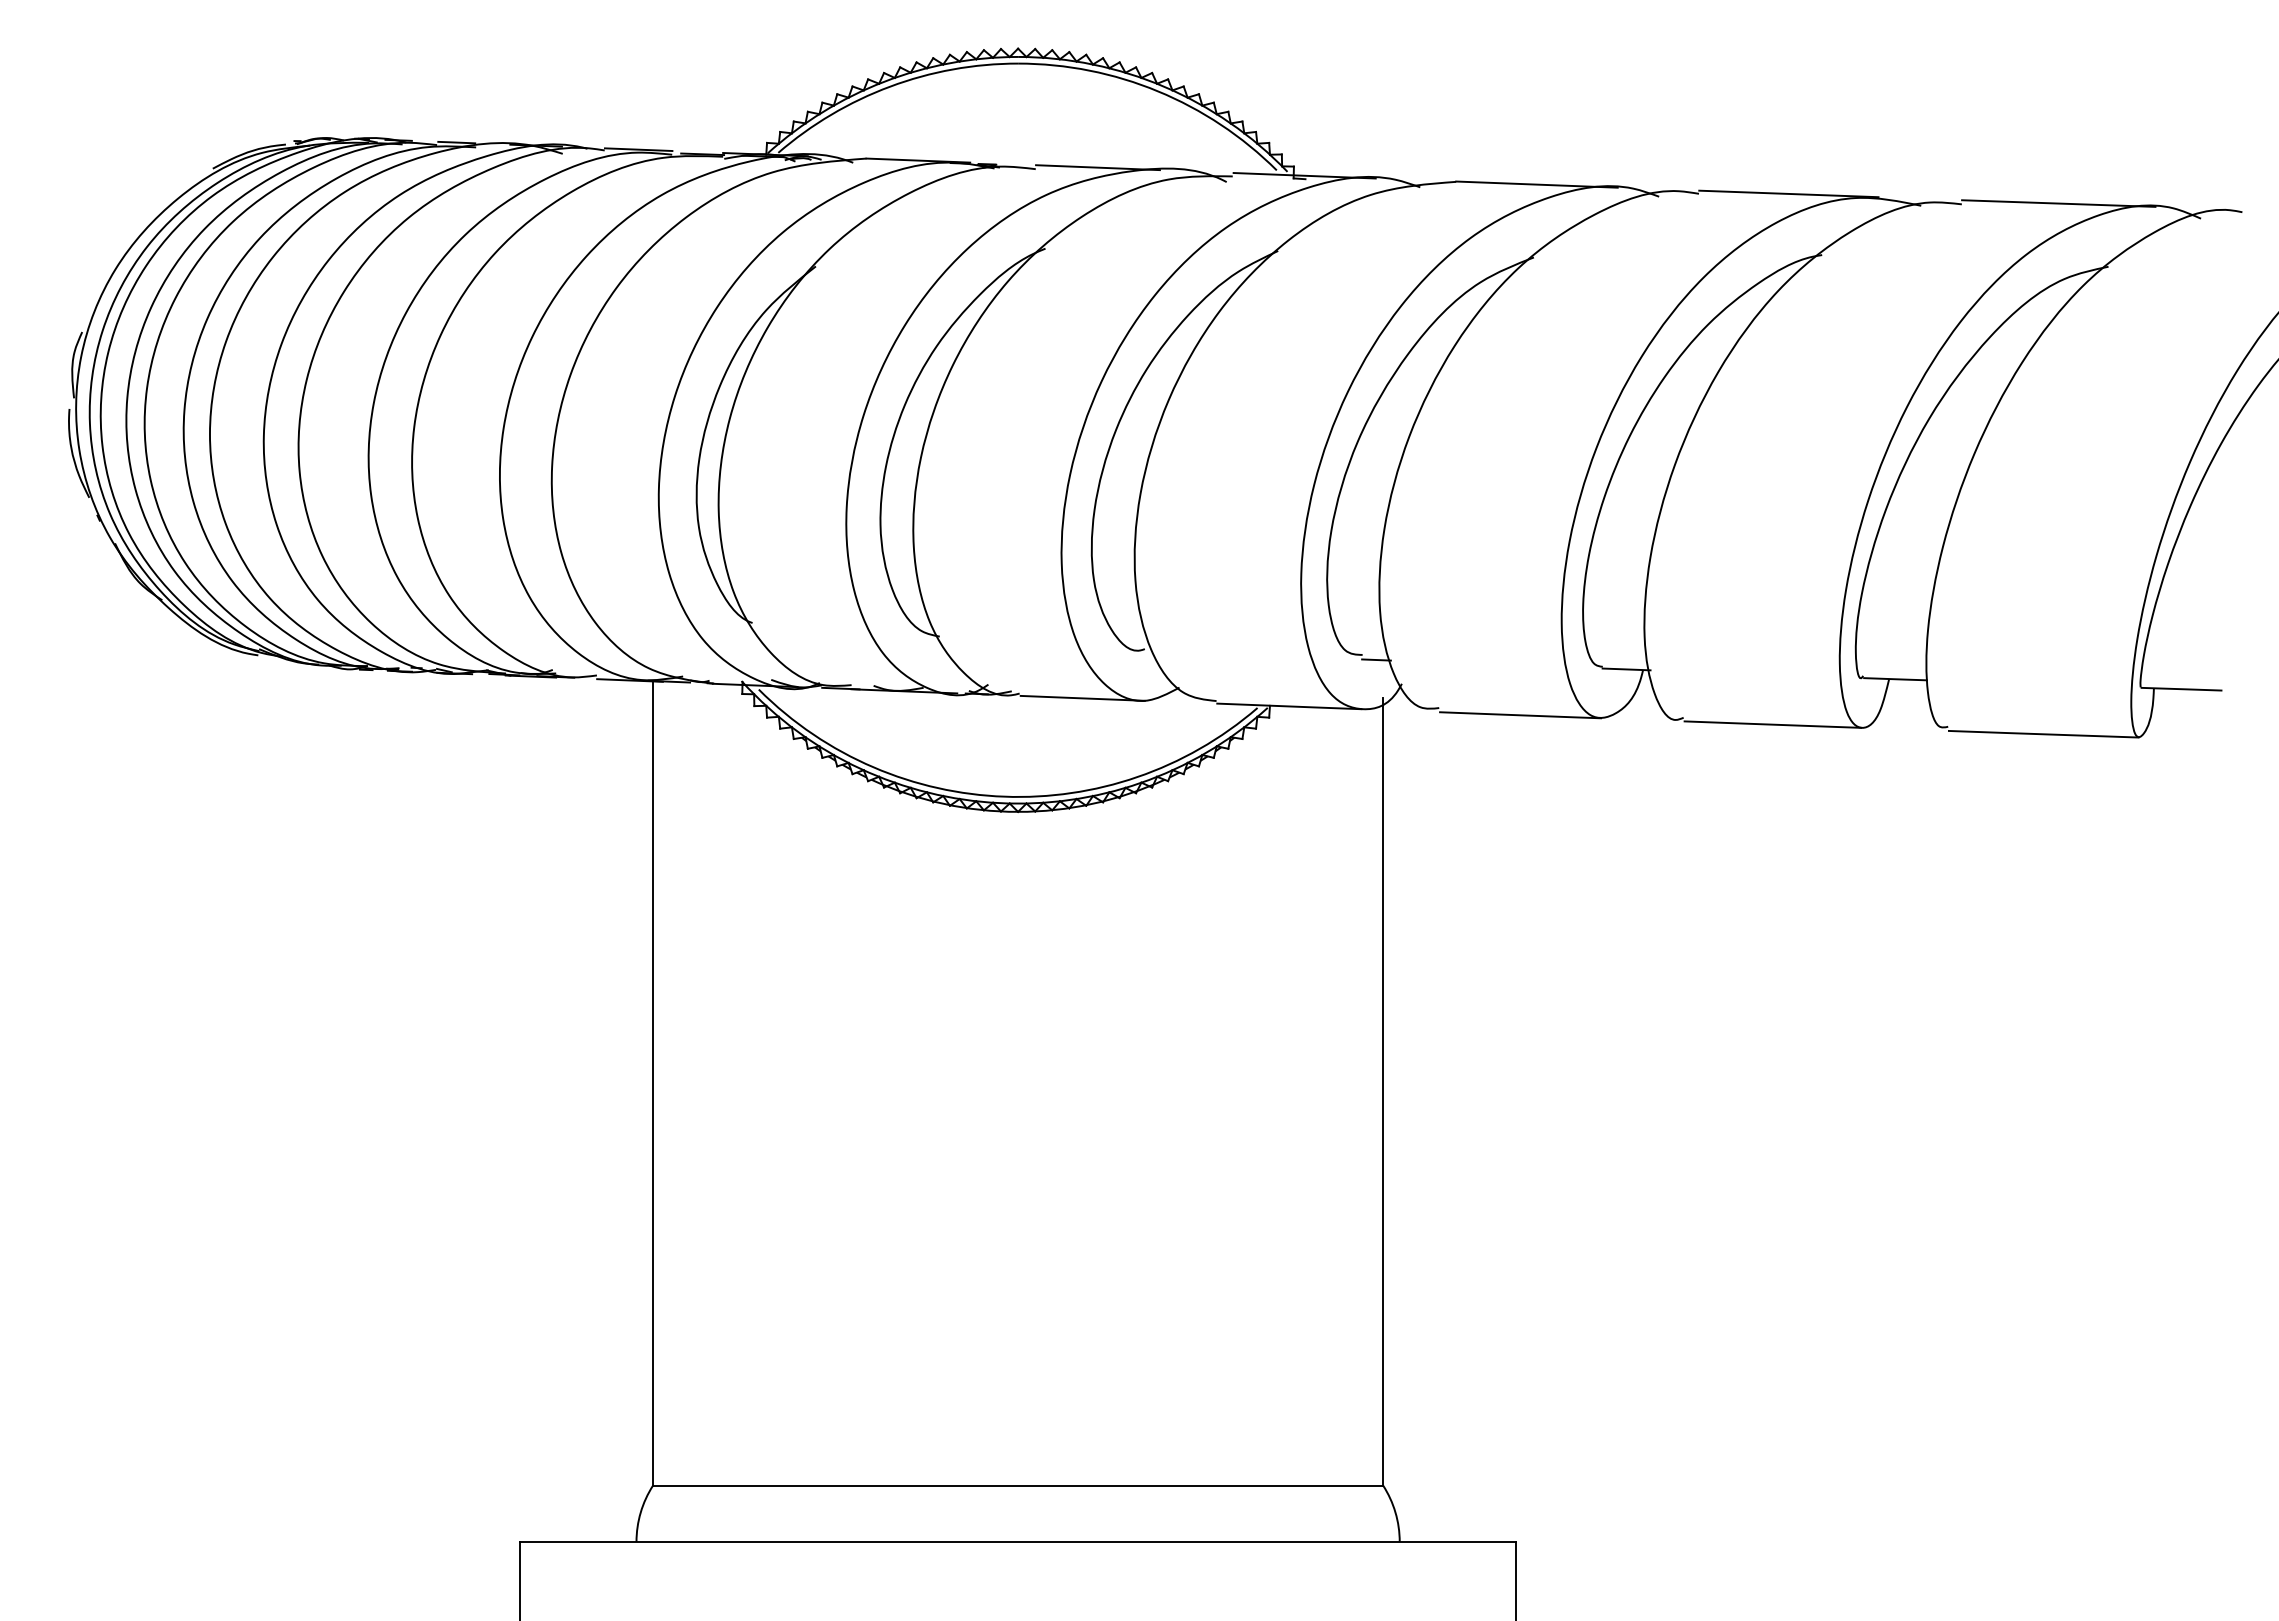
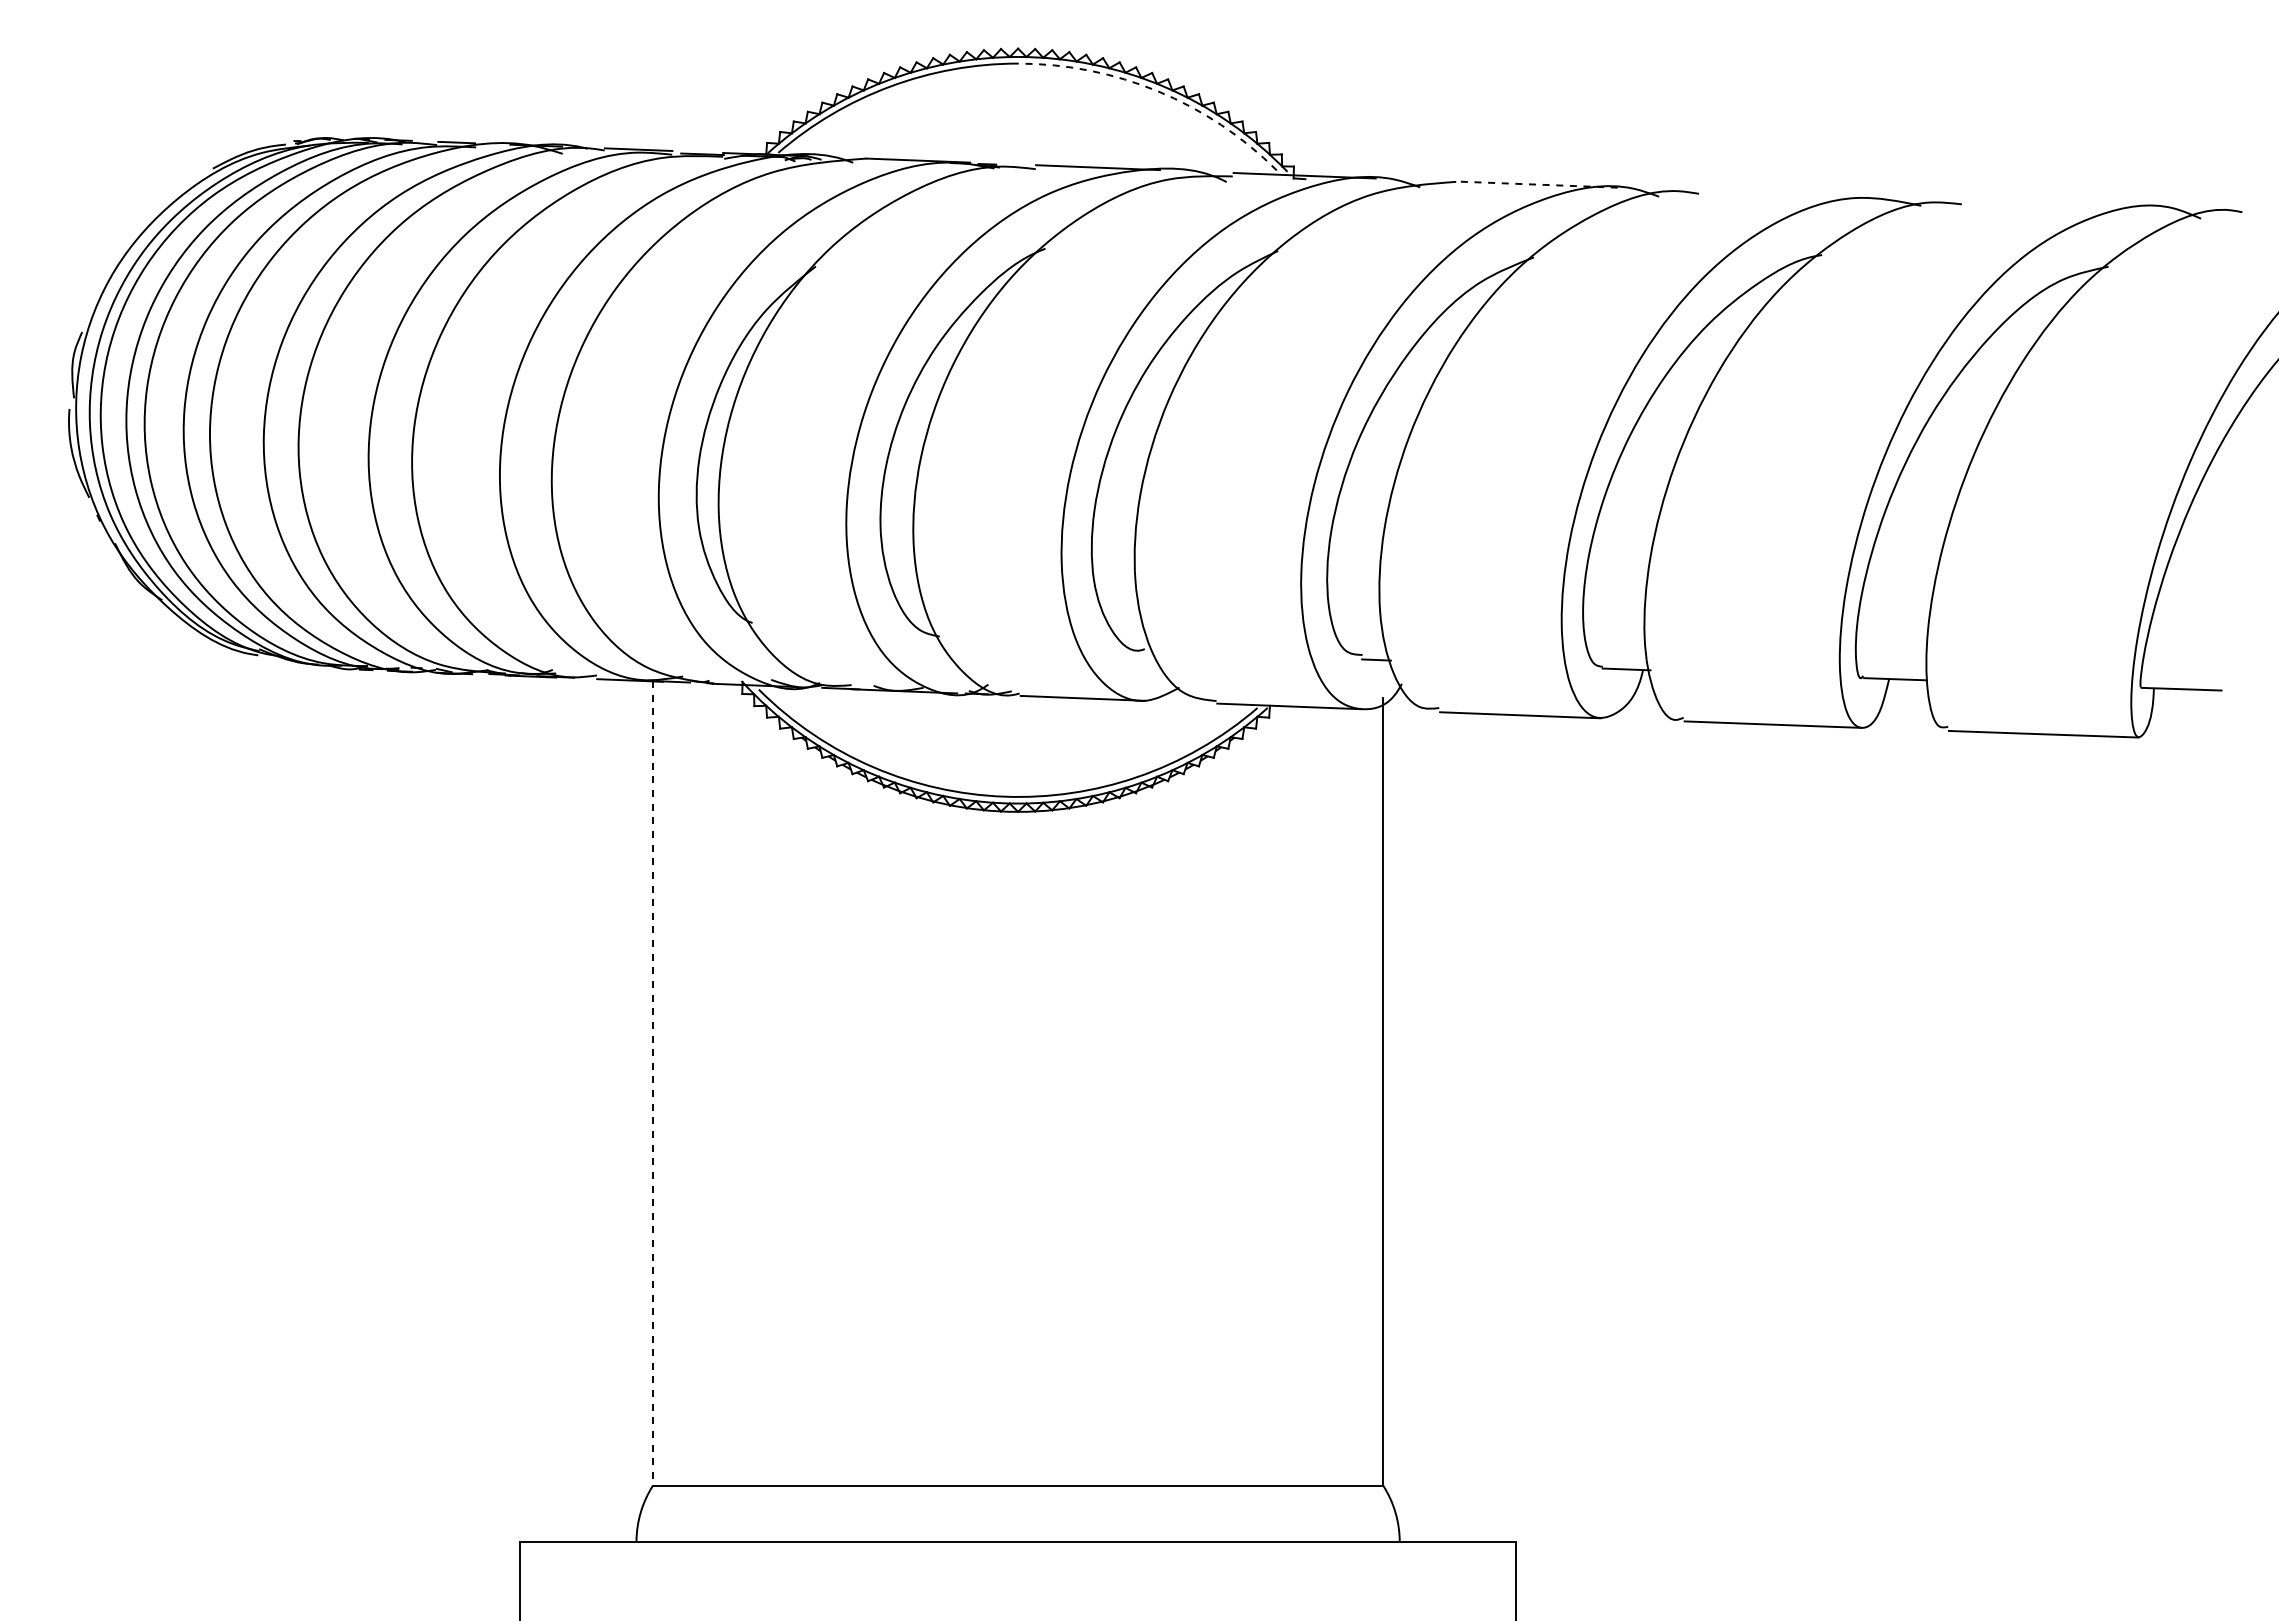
arc at (1158, 91): solid -> dashed
line at (1536, 184): solid -> dashed
line at (1788, 193): present -> none
line at (2058, 203): present -> none
line at (653, 1083): solid -> dashed
